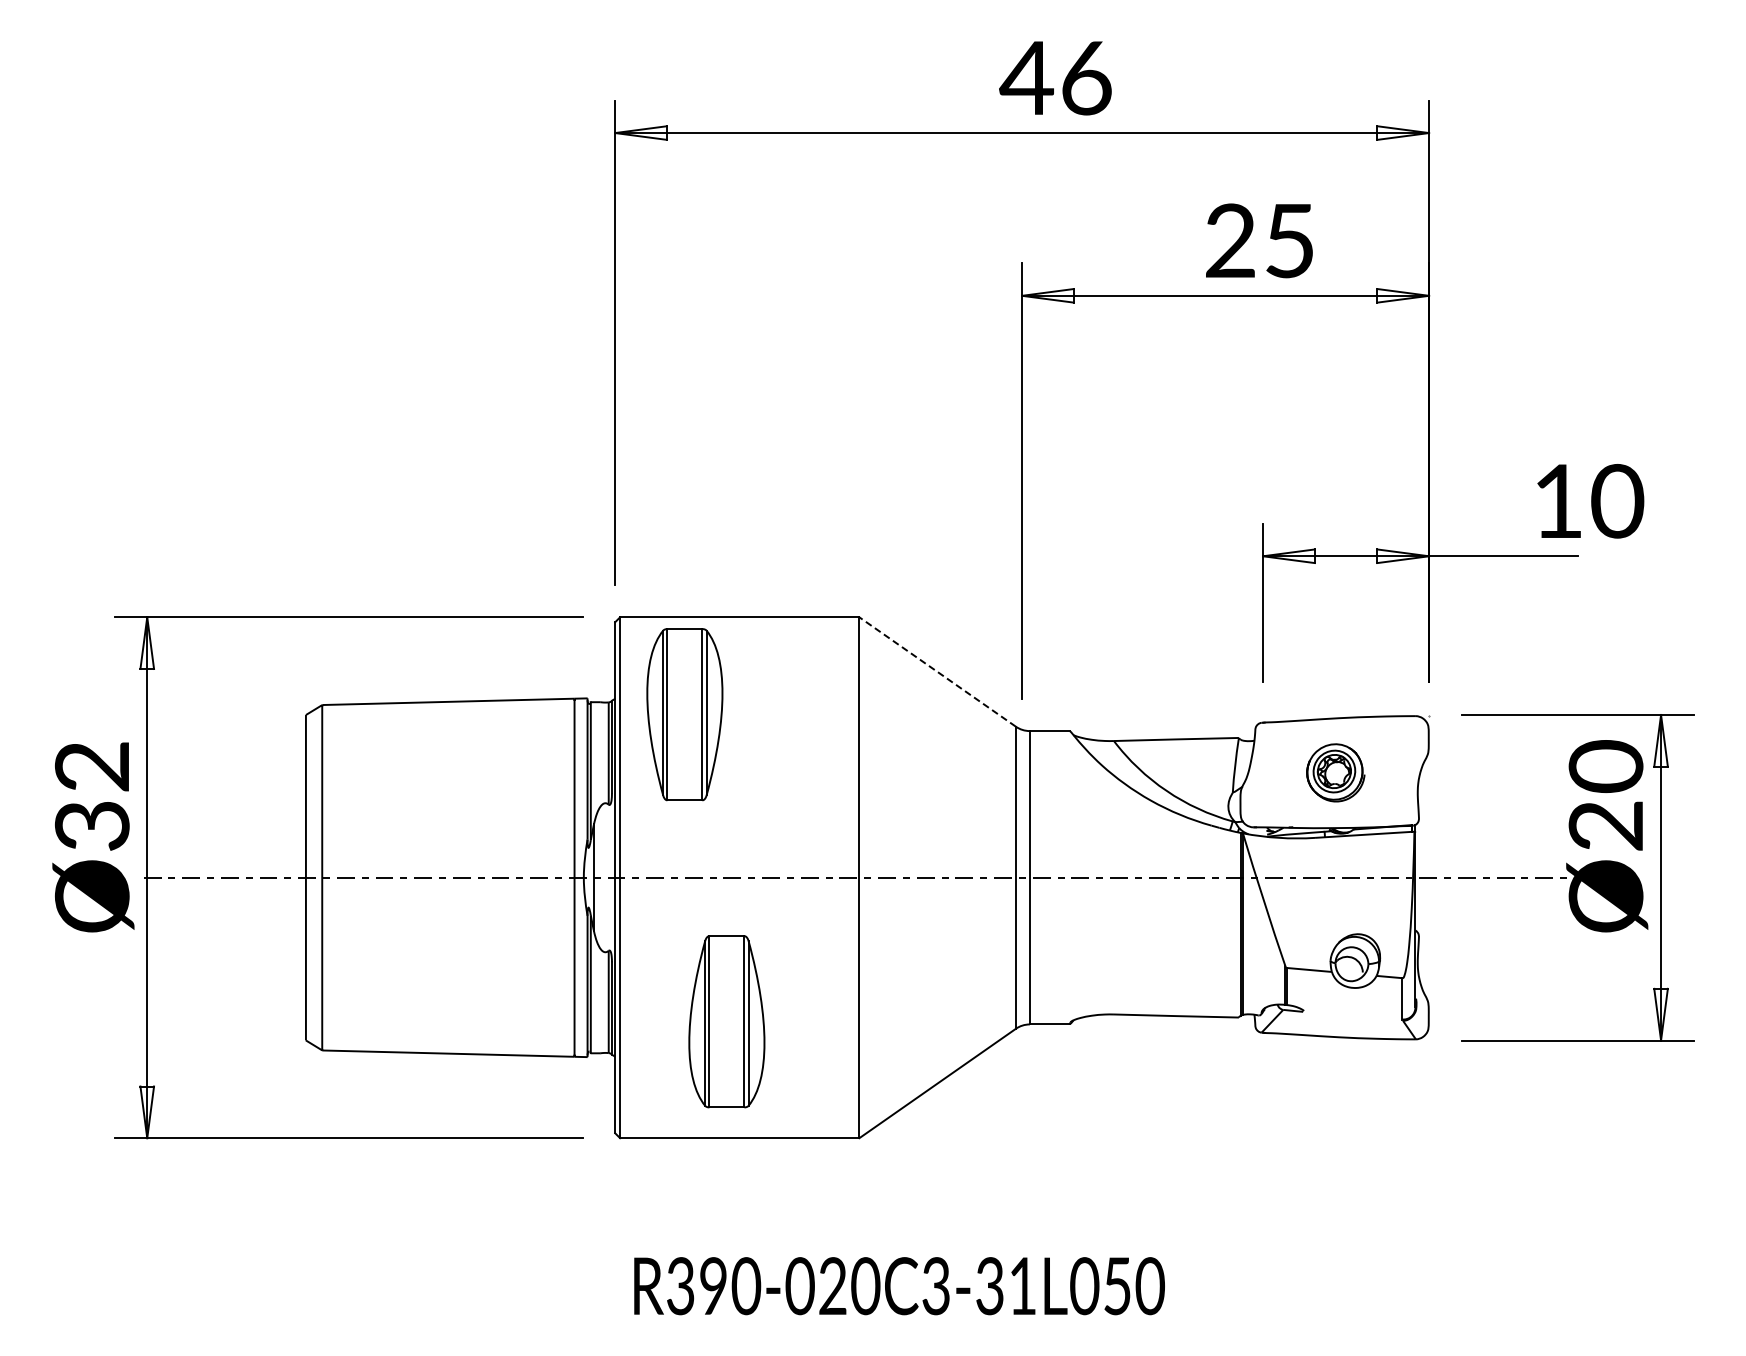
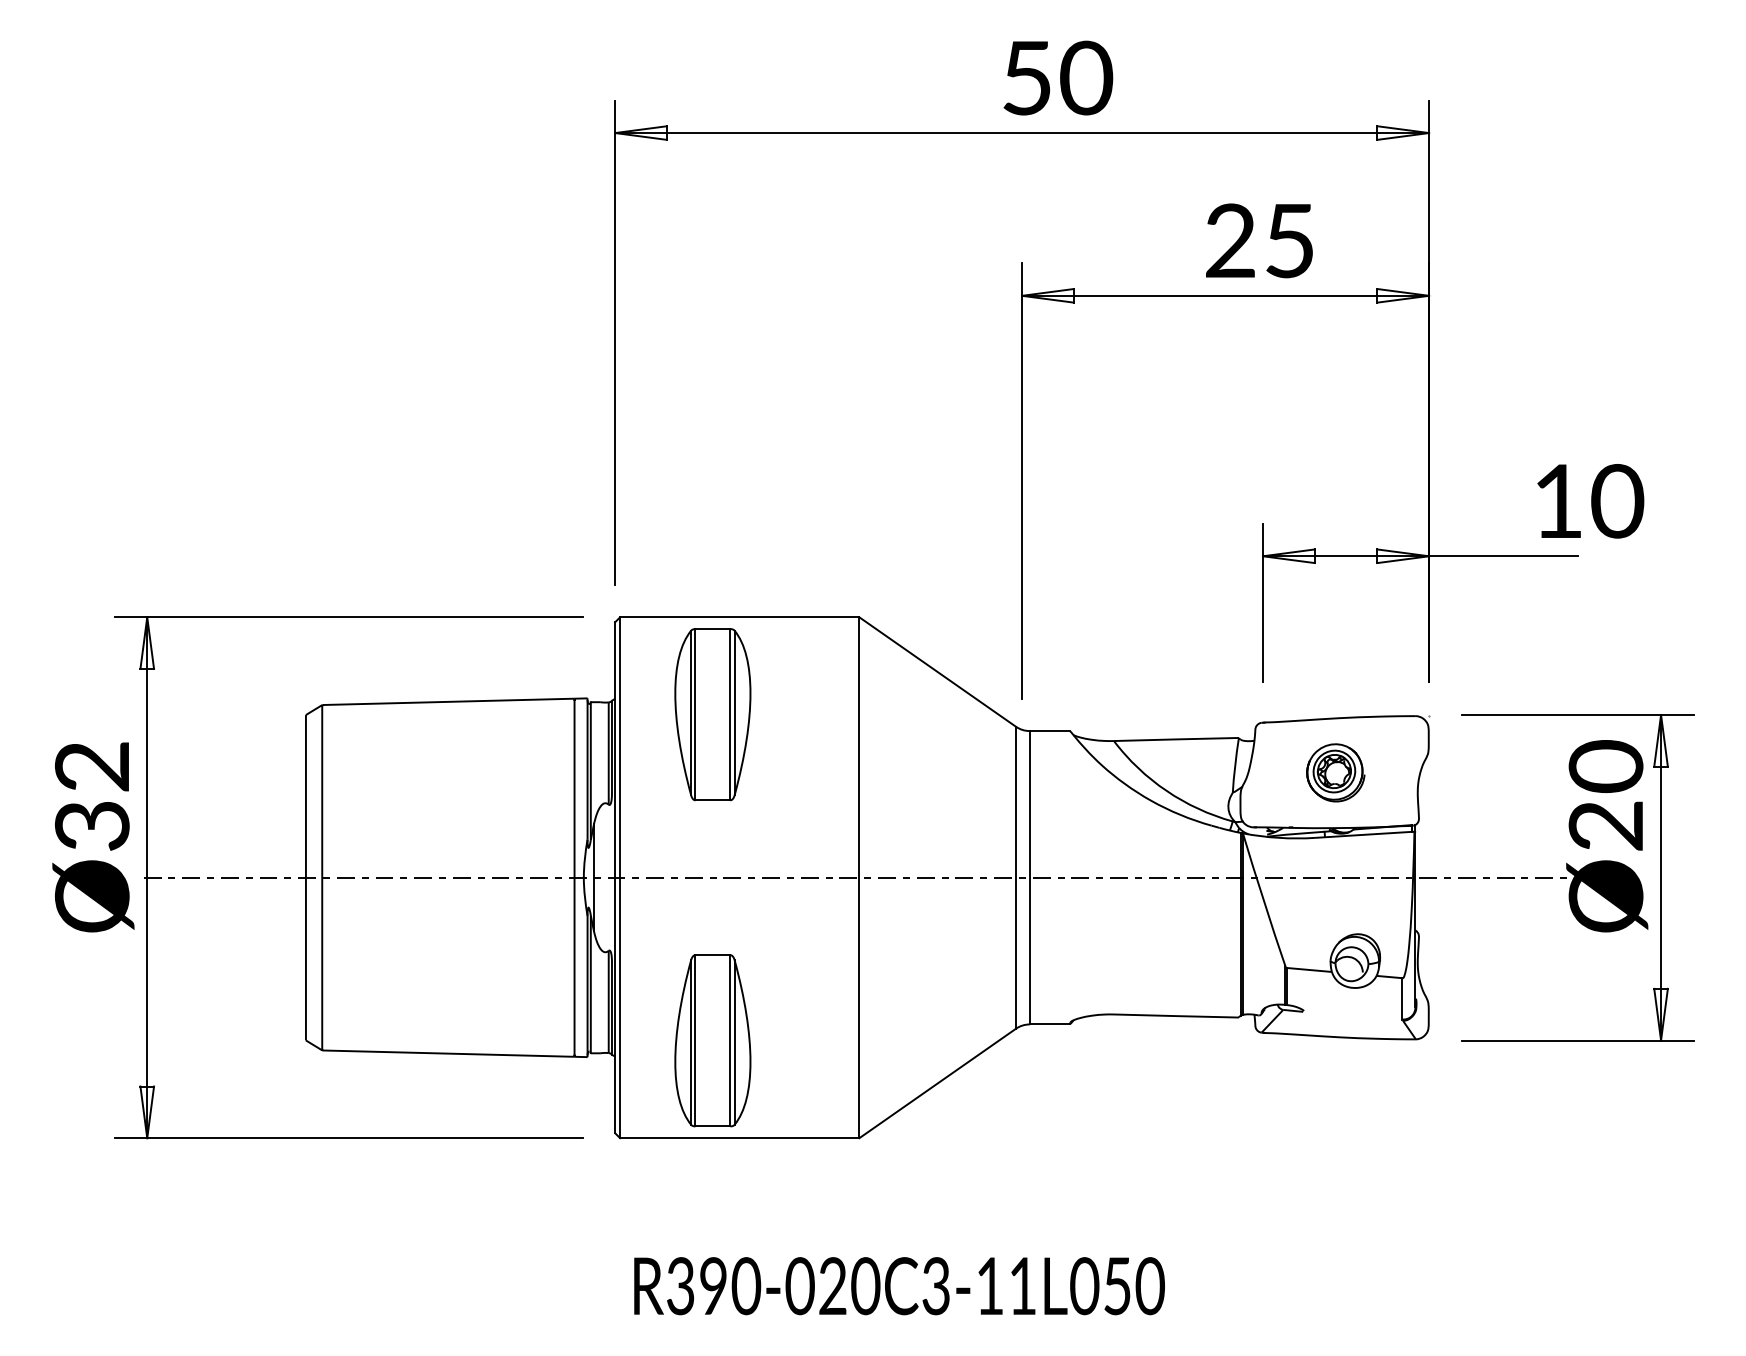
text at (1056, 77): 46 -> 50
line at (937, 671): dashed -> solid
part at (684, 714) position: (684, 714) -> (712, 714)
part at (726, 1021) position: (726, 1021) -> (712, 1040)
text at (989, 1286): R390-020C3-31L050 -> R390-020C3-11L050
